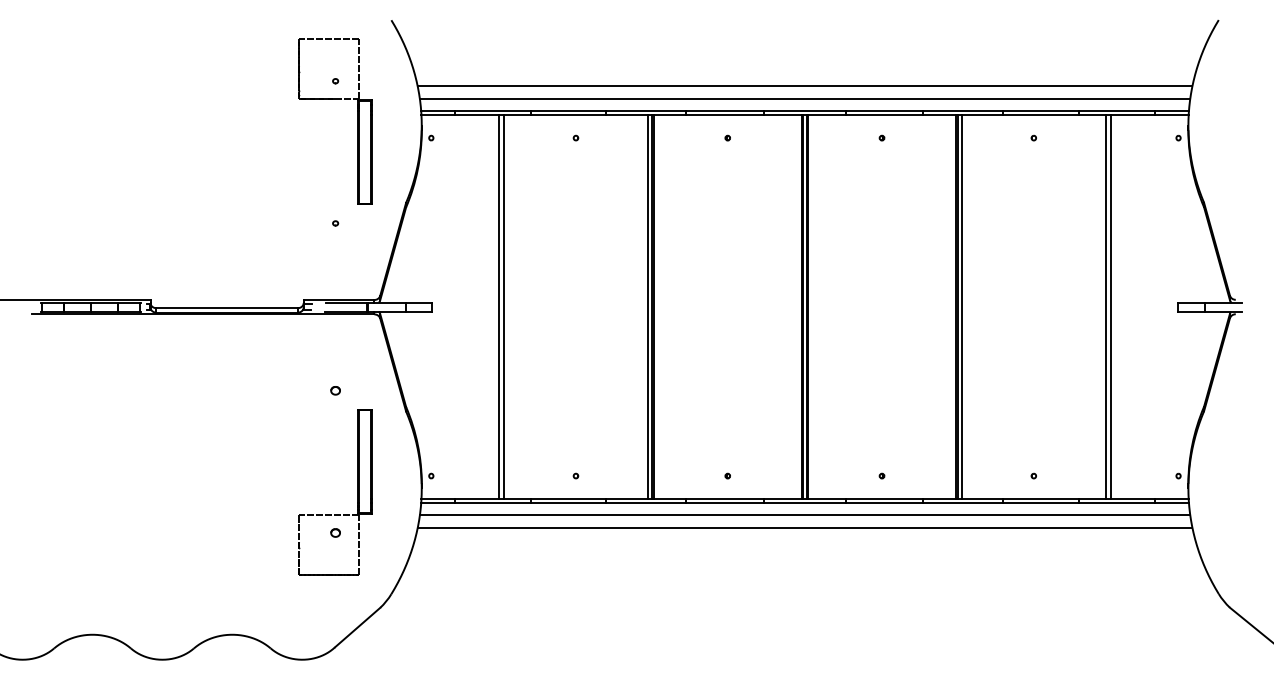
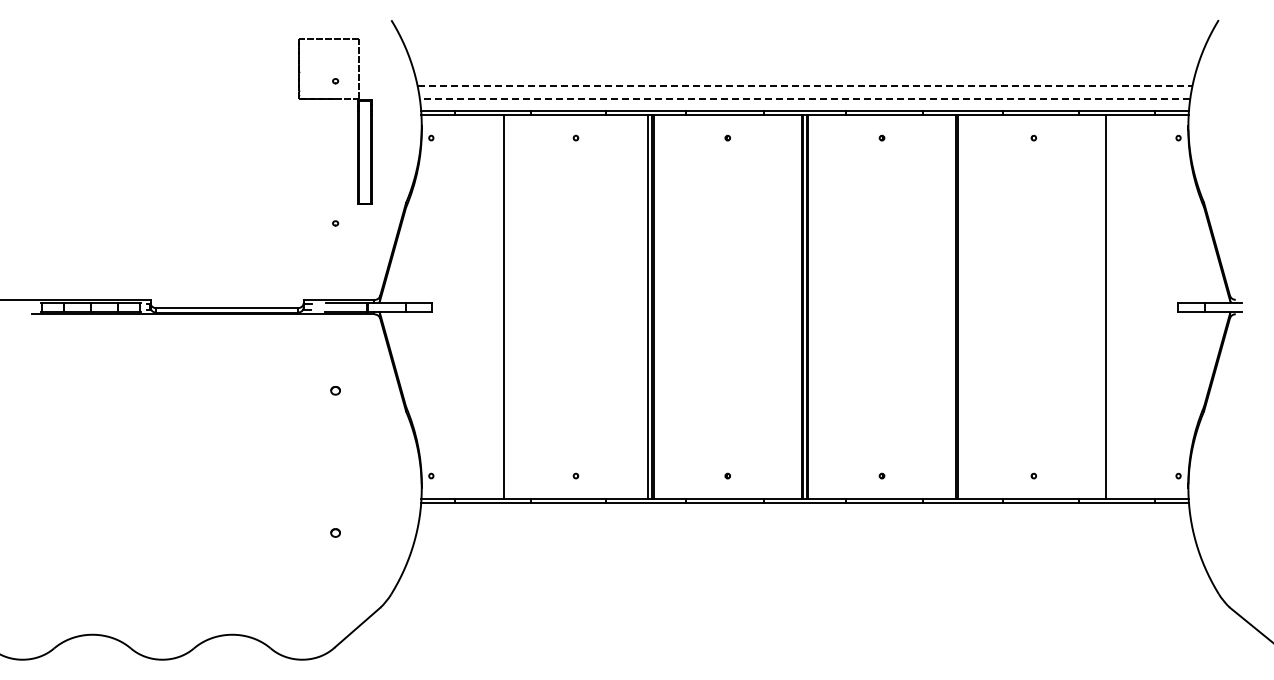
line at (805, 86): solid -> dashed
line at (804, 98): solid -> dashed
line at (498, 306): present -> none
line at (962, 306): present -> none
line at (1111, 306): present -> none
part at (357, 492): present -> none
line at (804, 515): present -> none
line at (804, 527): present -> none
